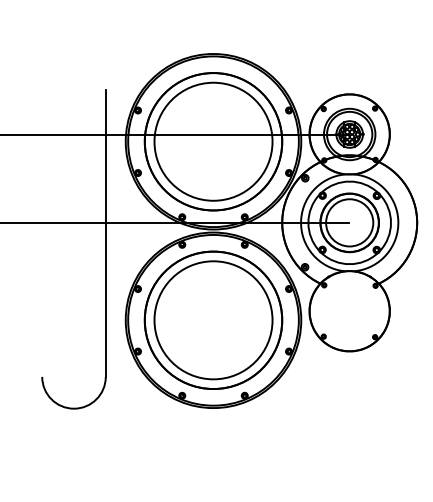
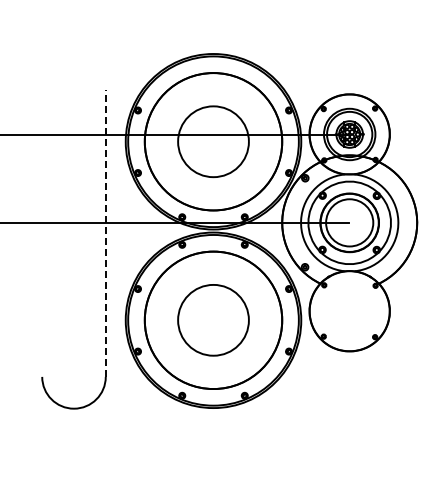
circle at (213, 141) diameter: 118 px -> 71 px
line at (105, 233): solid -> dashed
circle at (213, 320) diameter: 118 px -> 71 px
